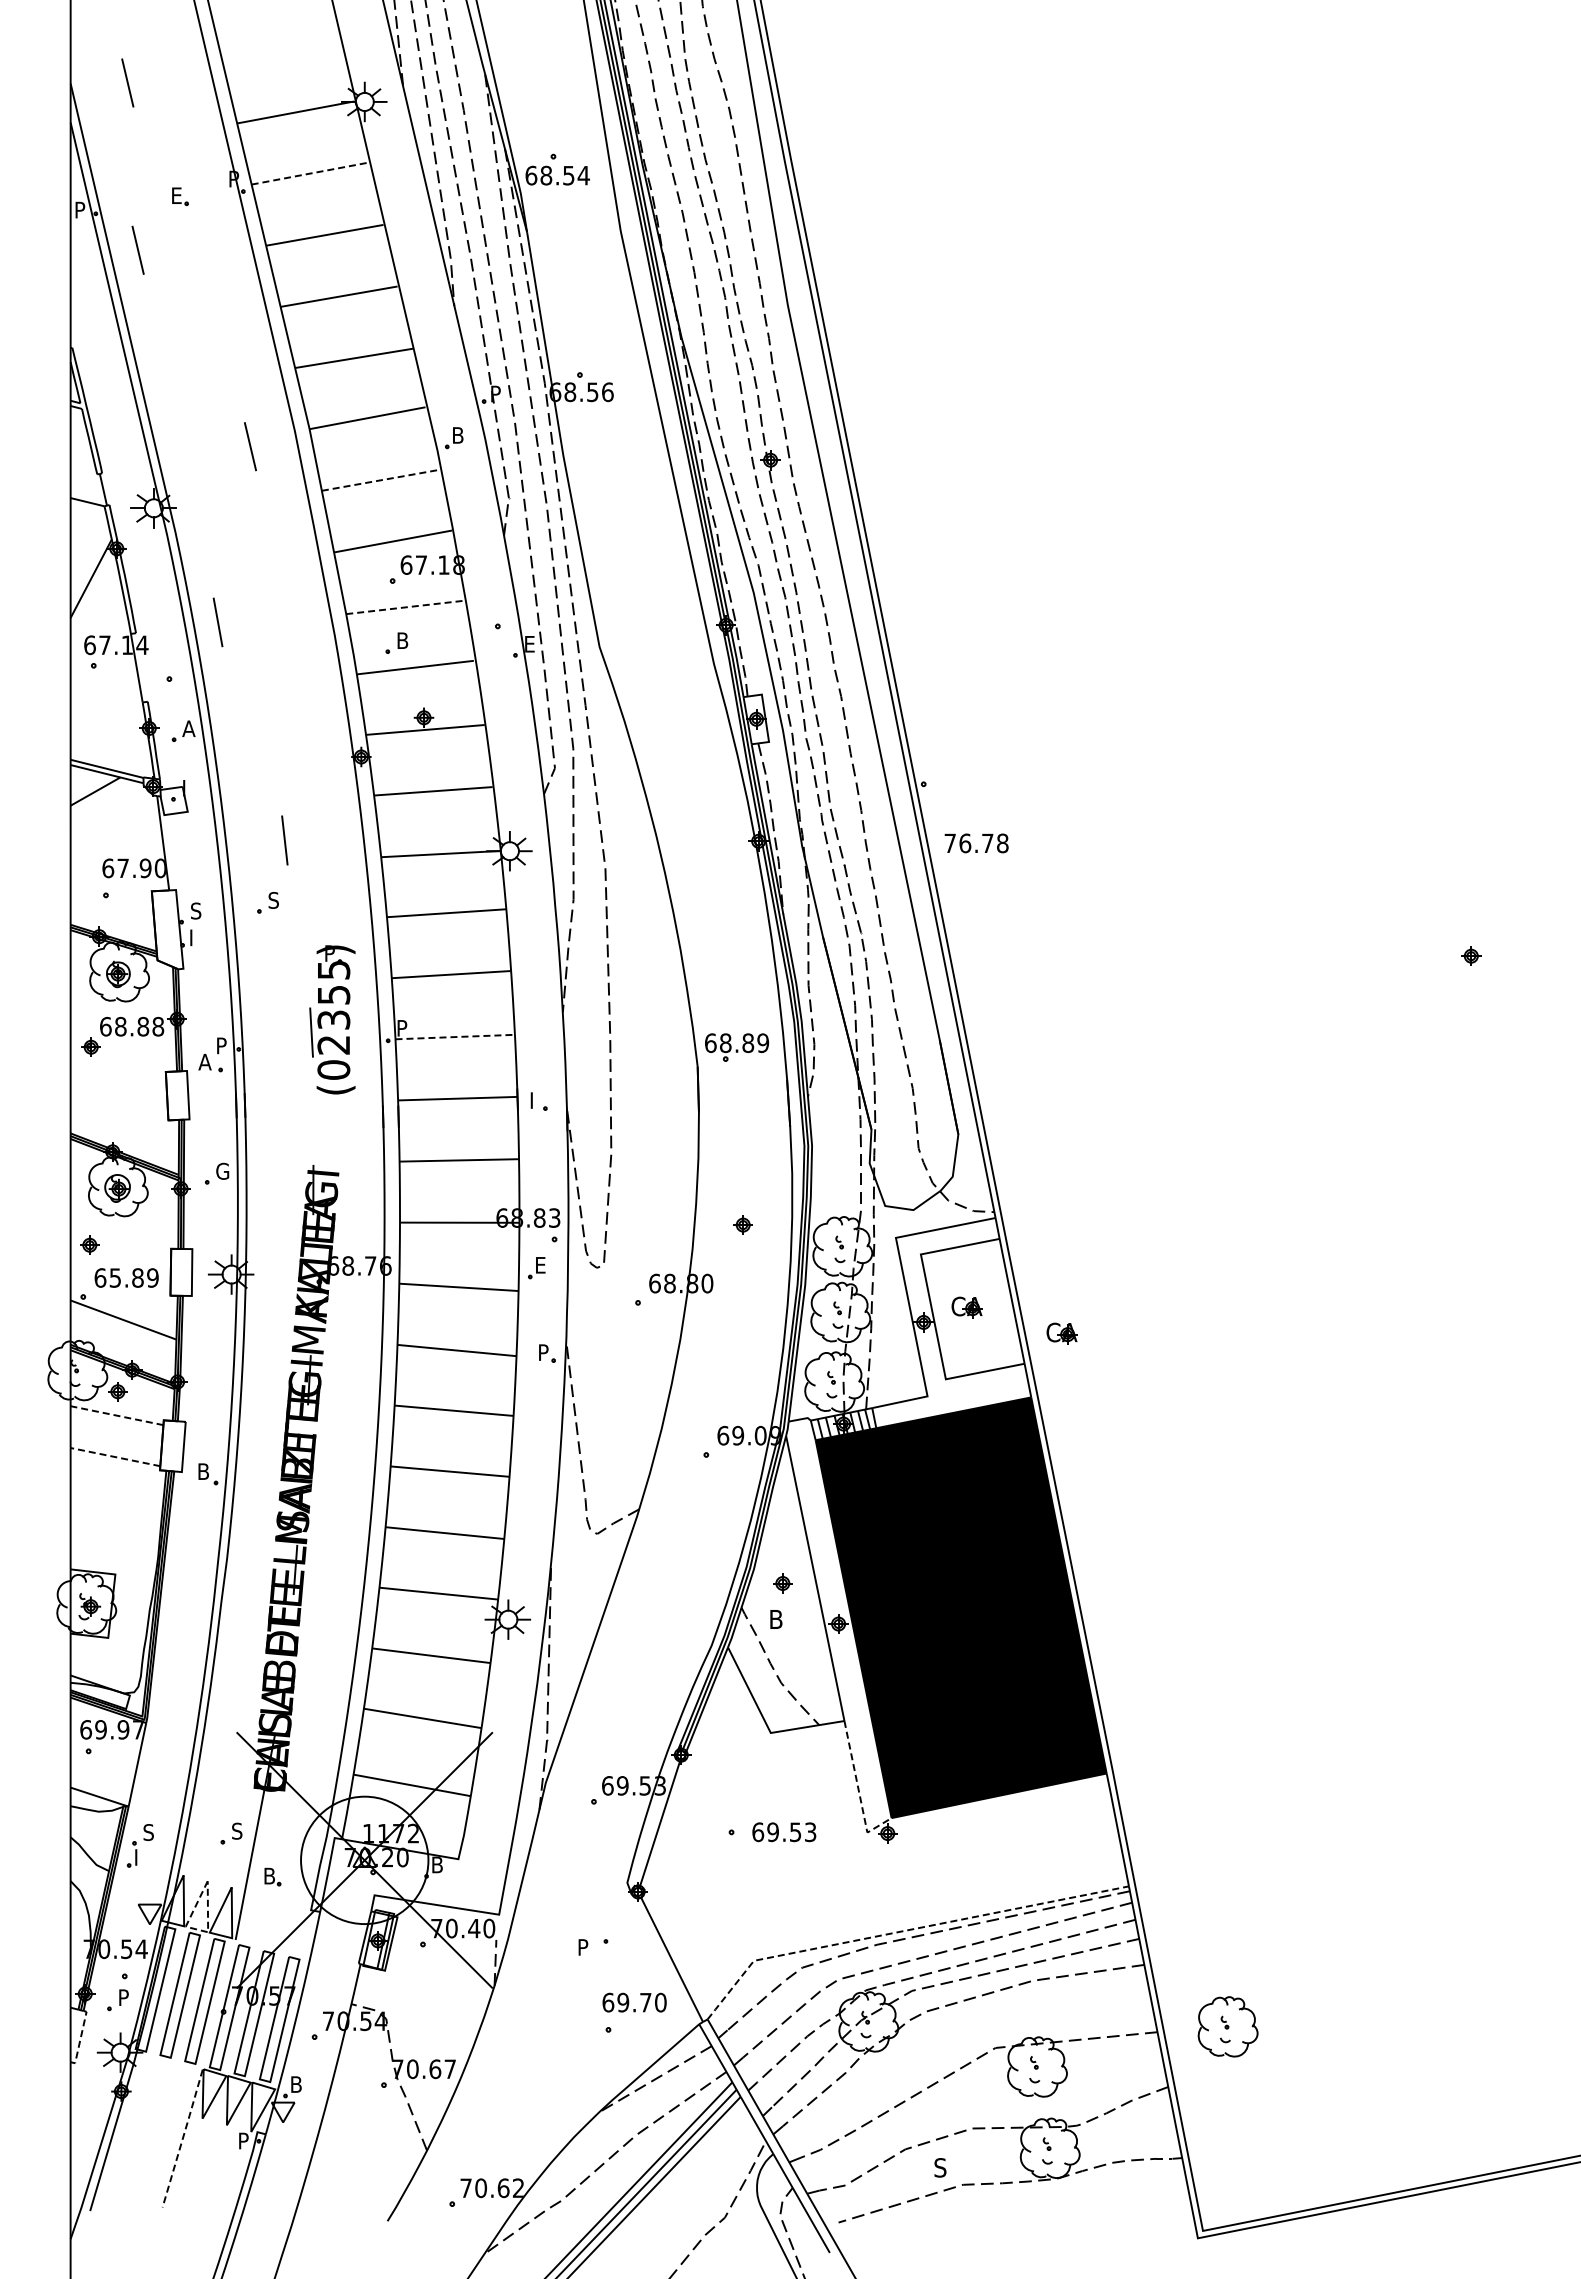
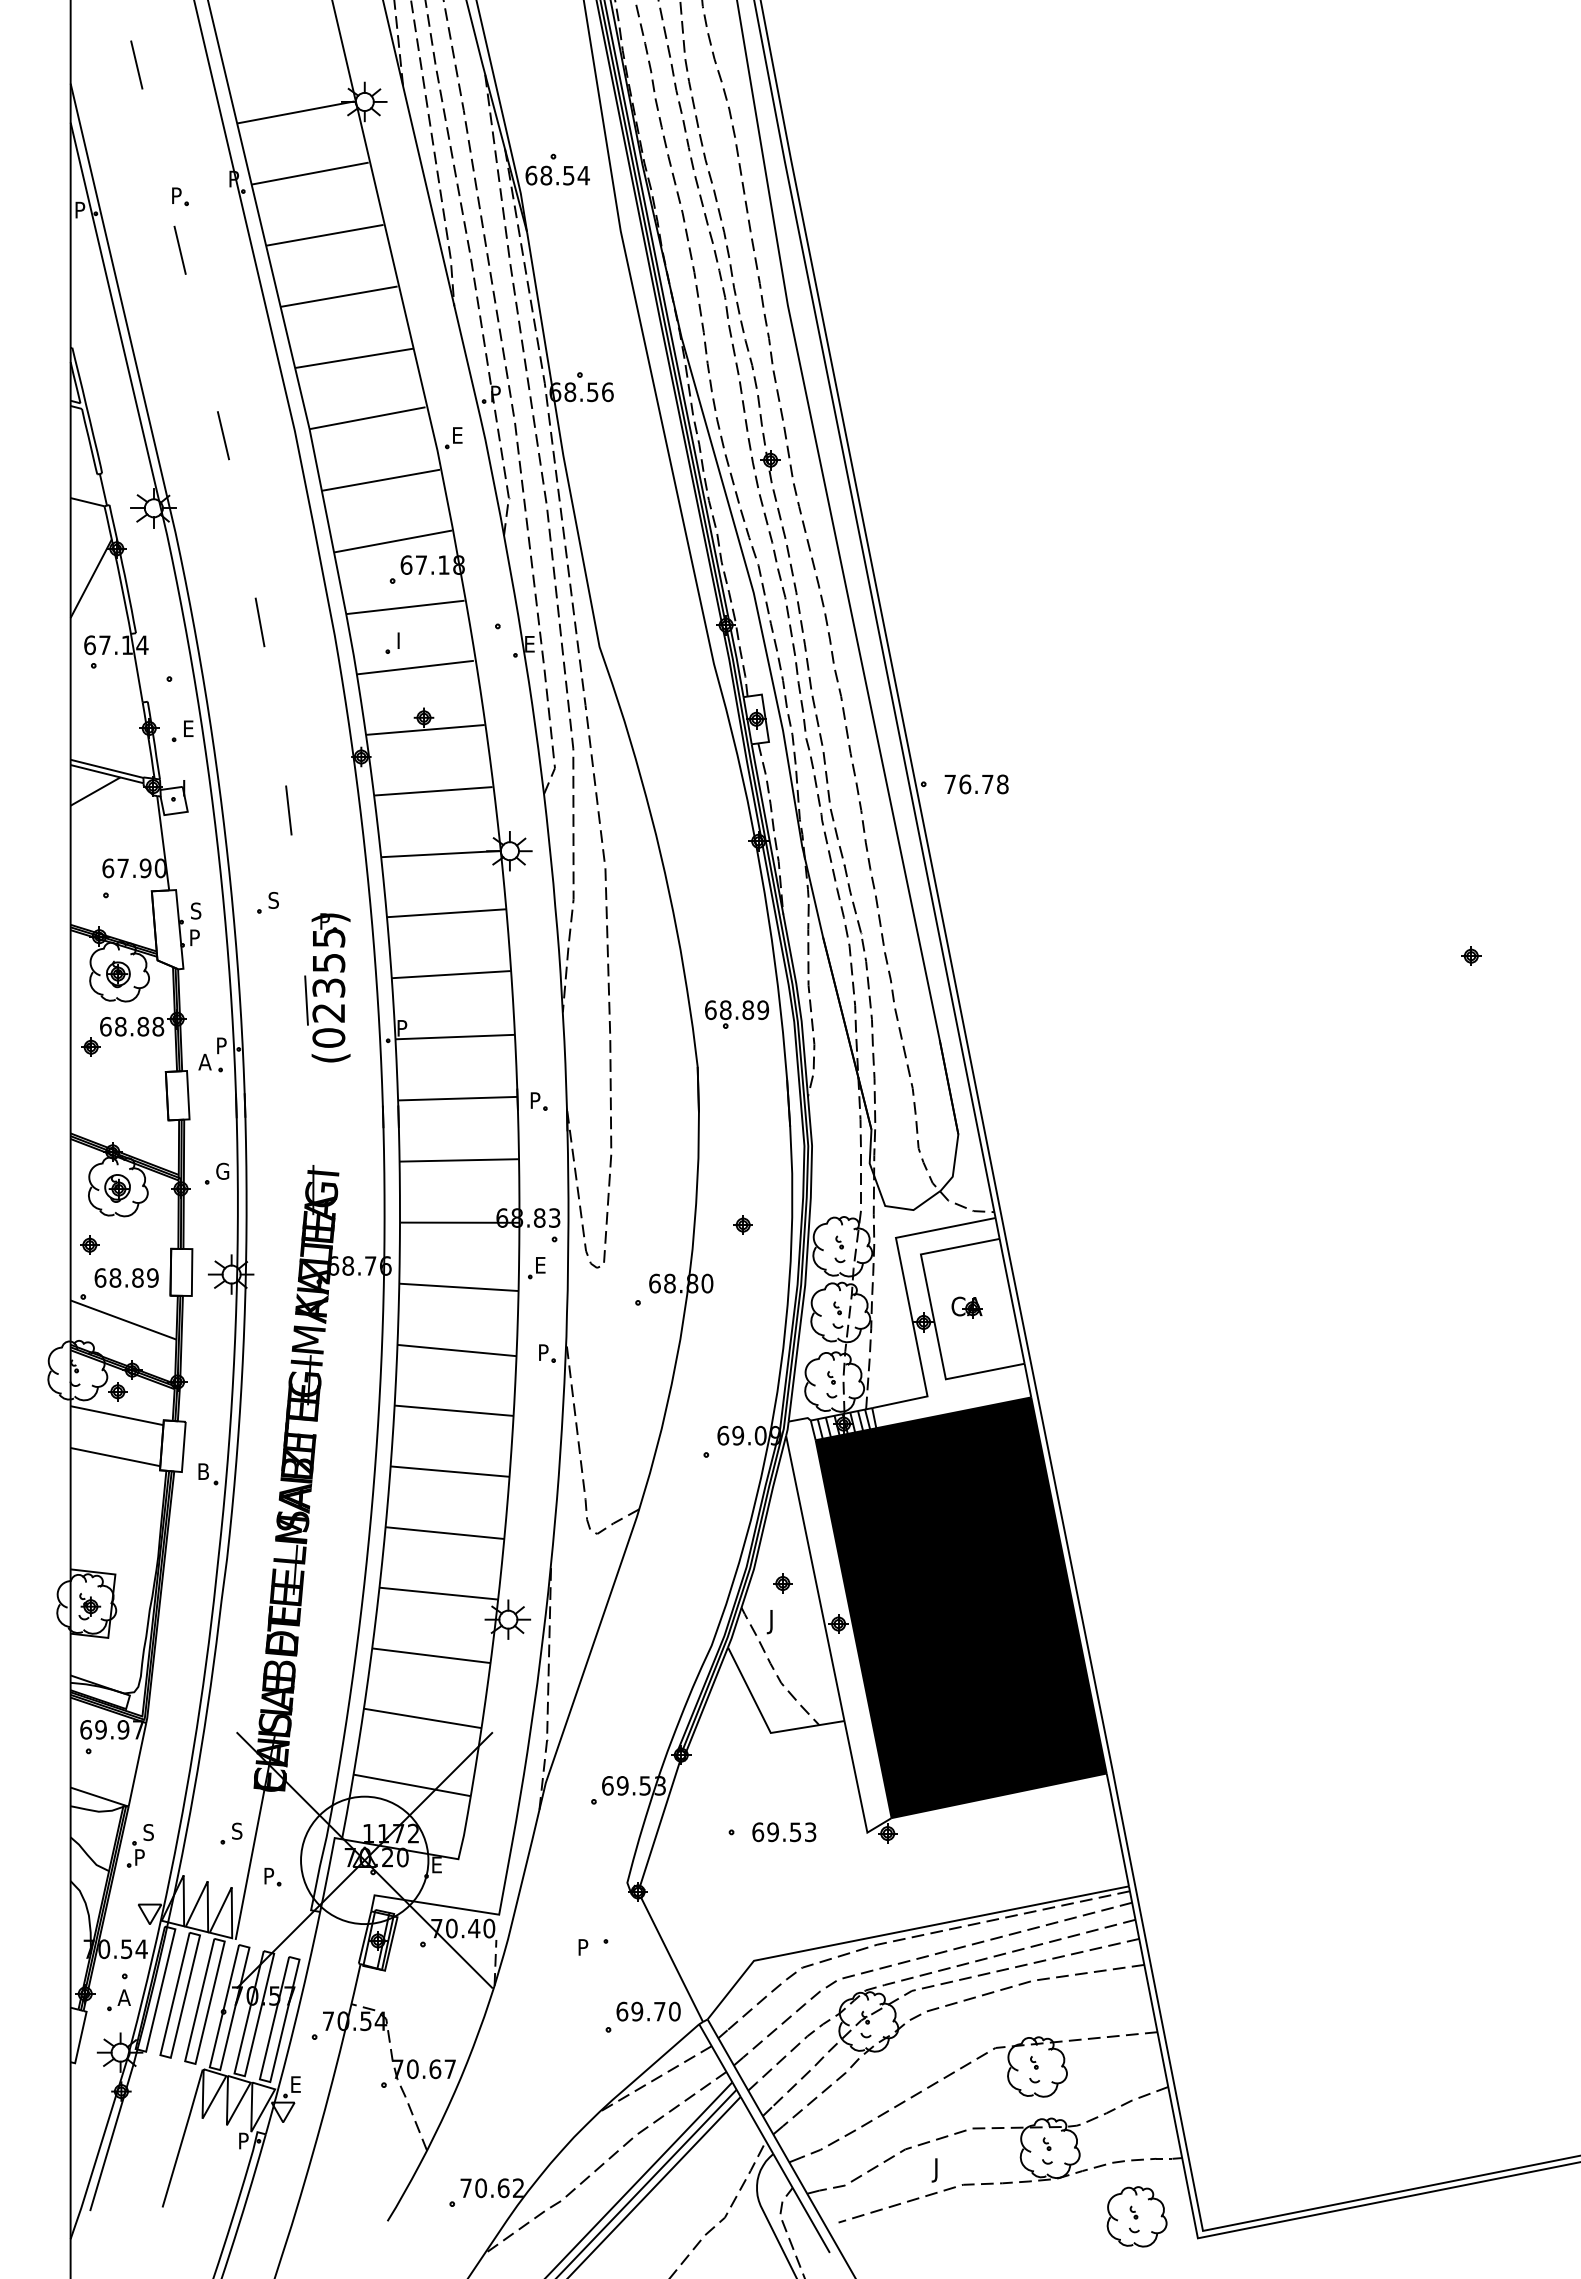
line at (127, 82) position: (127, 82) -> (136, 64)
line at (310, 173): dashed -> solid
text at (177, 195): E -> P
line at (137, 249) position: (137, 249) -> (179, 249)
text at (461, 435): B -> E
line at (250, 446) position: (250, 446) -> (223, 435)
line at (381, 480): dashed -> solid
line at (405, 607): dashed -> solid
line at (217, 622) position: (217, 622) -> (259, 622)
text at (403, 640): B -> I
text at (188, 728): A -> E
line at (284, 840) position: (284, 840) -> (288, 810)
text at (976, 843) position: (976, 843) -> (976, 784)
text at (195, 934): I -> P
part at (332, 1019) position: (332, 1019) -> (327, 987)
line at (455, 1037): dashed -> solid
part at (737, 1047) position: (737, 1047) -> (737, 1014)
text at (536, 1097): I -> P
text at (115, 1277): 65.89 -> 68.89
part at (1061, 1333): present -> none
line at (116, 1415): dashed -> solid
line at (115, 1457): dashed -> solid
text at (774, 1622): B -> J
line at (859, 1792): dashed -> solid
text at (140, 1854): I -> P
text at (440, 1865): B -> E
text at (270, 1876): B -> P
line at (196, 1929): dashed -> solid
line at (903, 1931): dashed -> solid
text at (123, 1997): P -> A
text at (634, 2002) position: (634, 2002) -> (648, 2011)
part at (1227, 2026) position: (1227, 2026) -> (1136, 2216)
line at (80, 2038): dashed -> solid
text at (299, 2084): B -> E
line at (183, 2138): dashed -> solid
text at (938, 2170): S -> J
